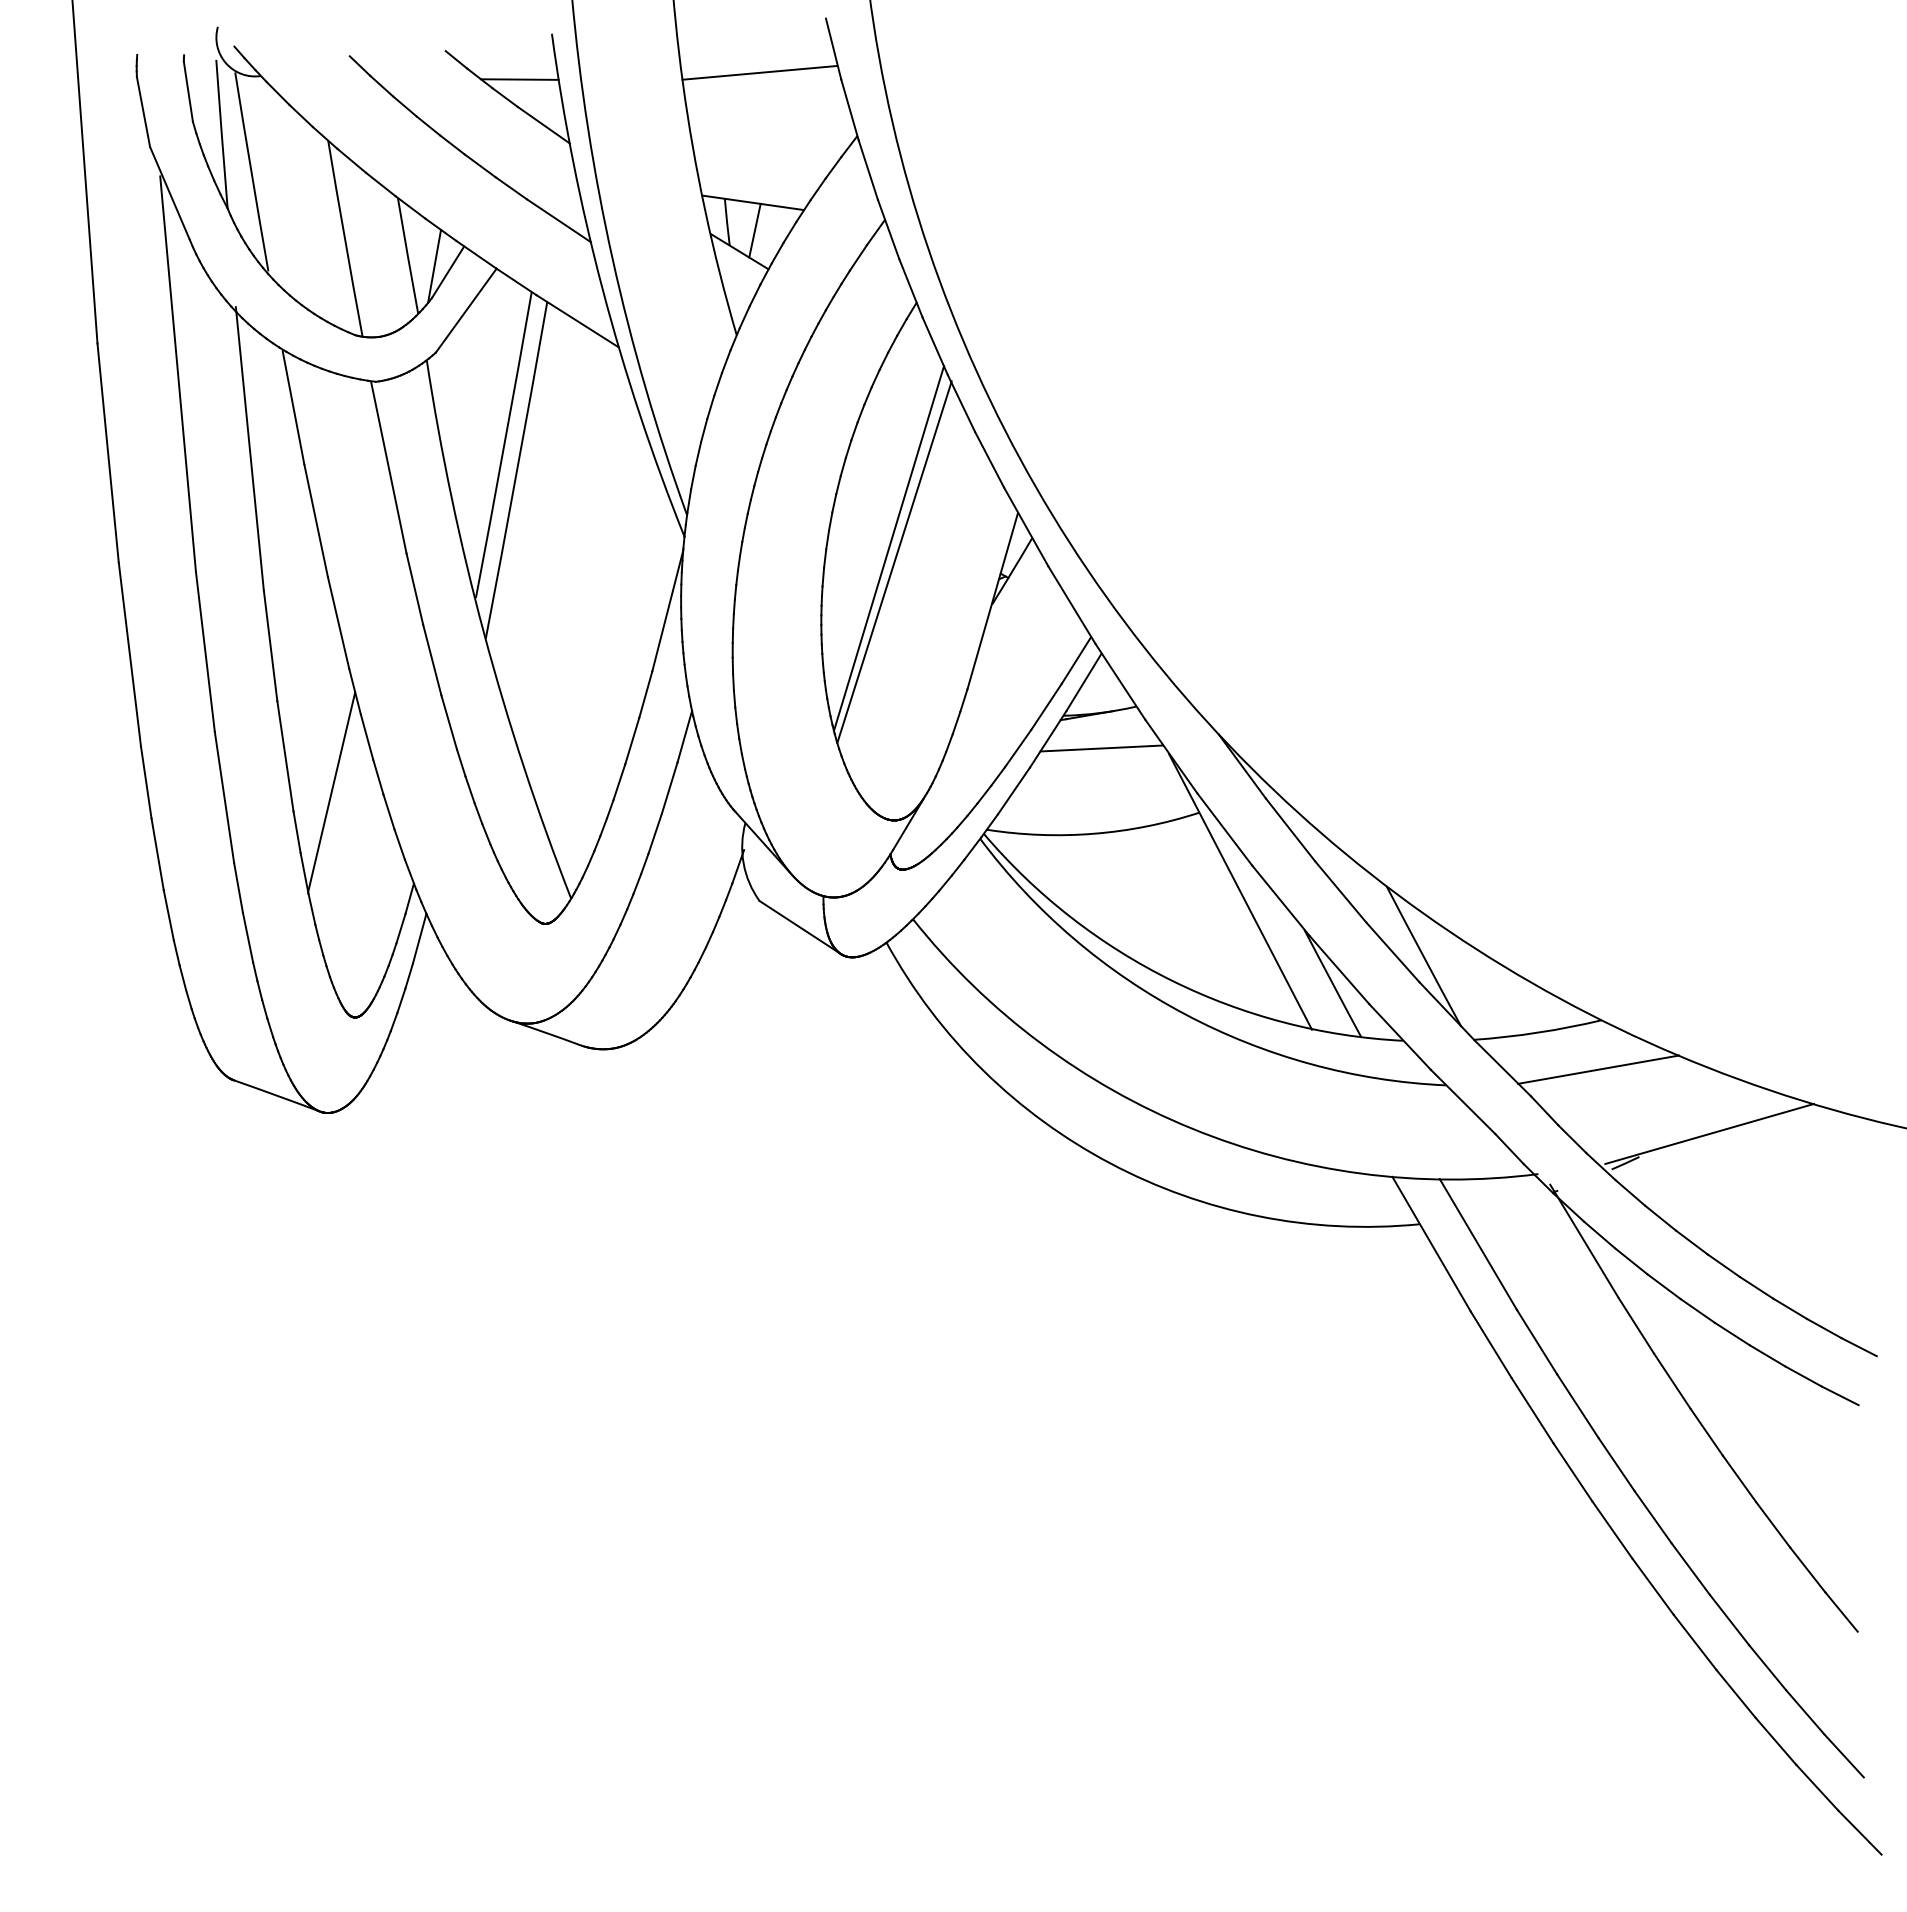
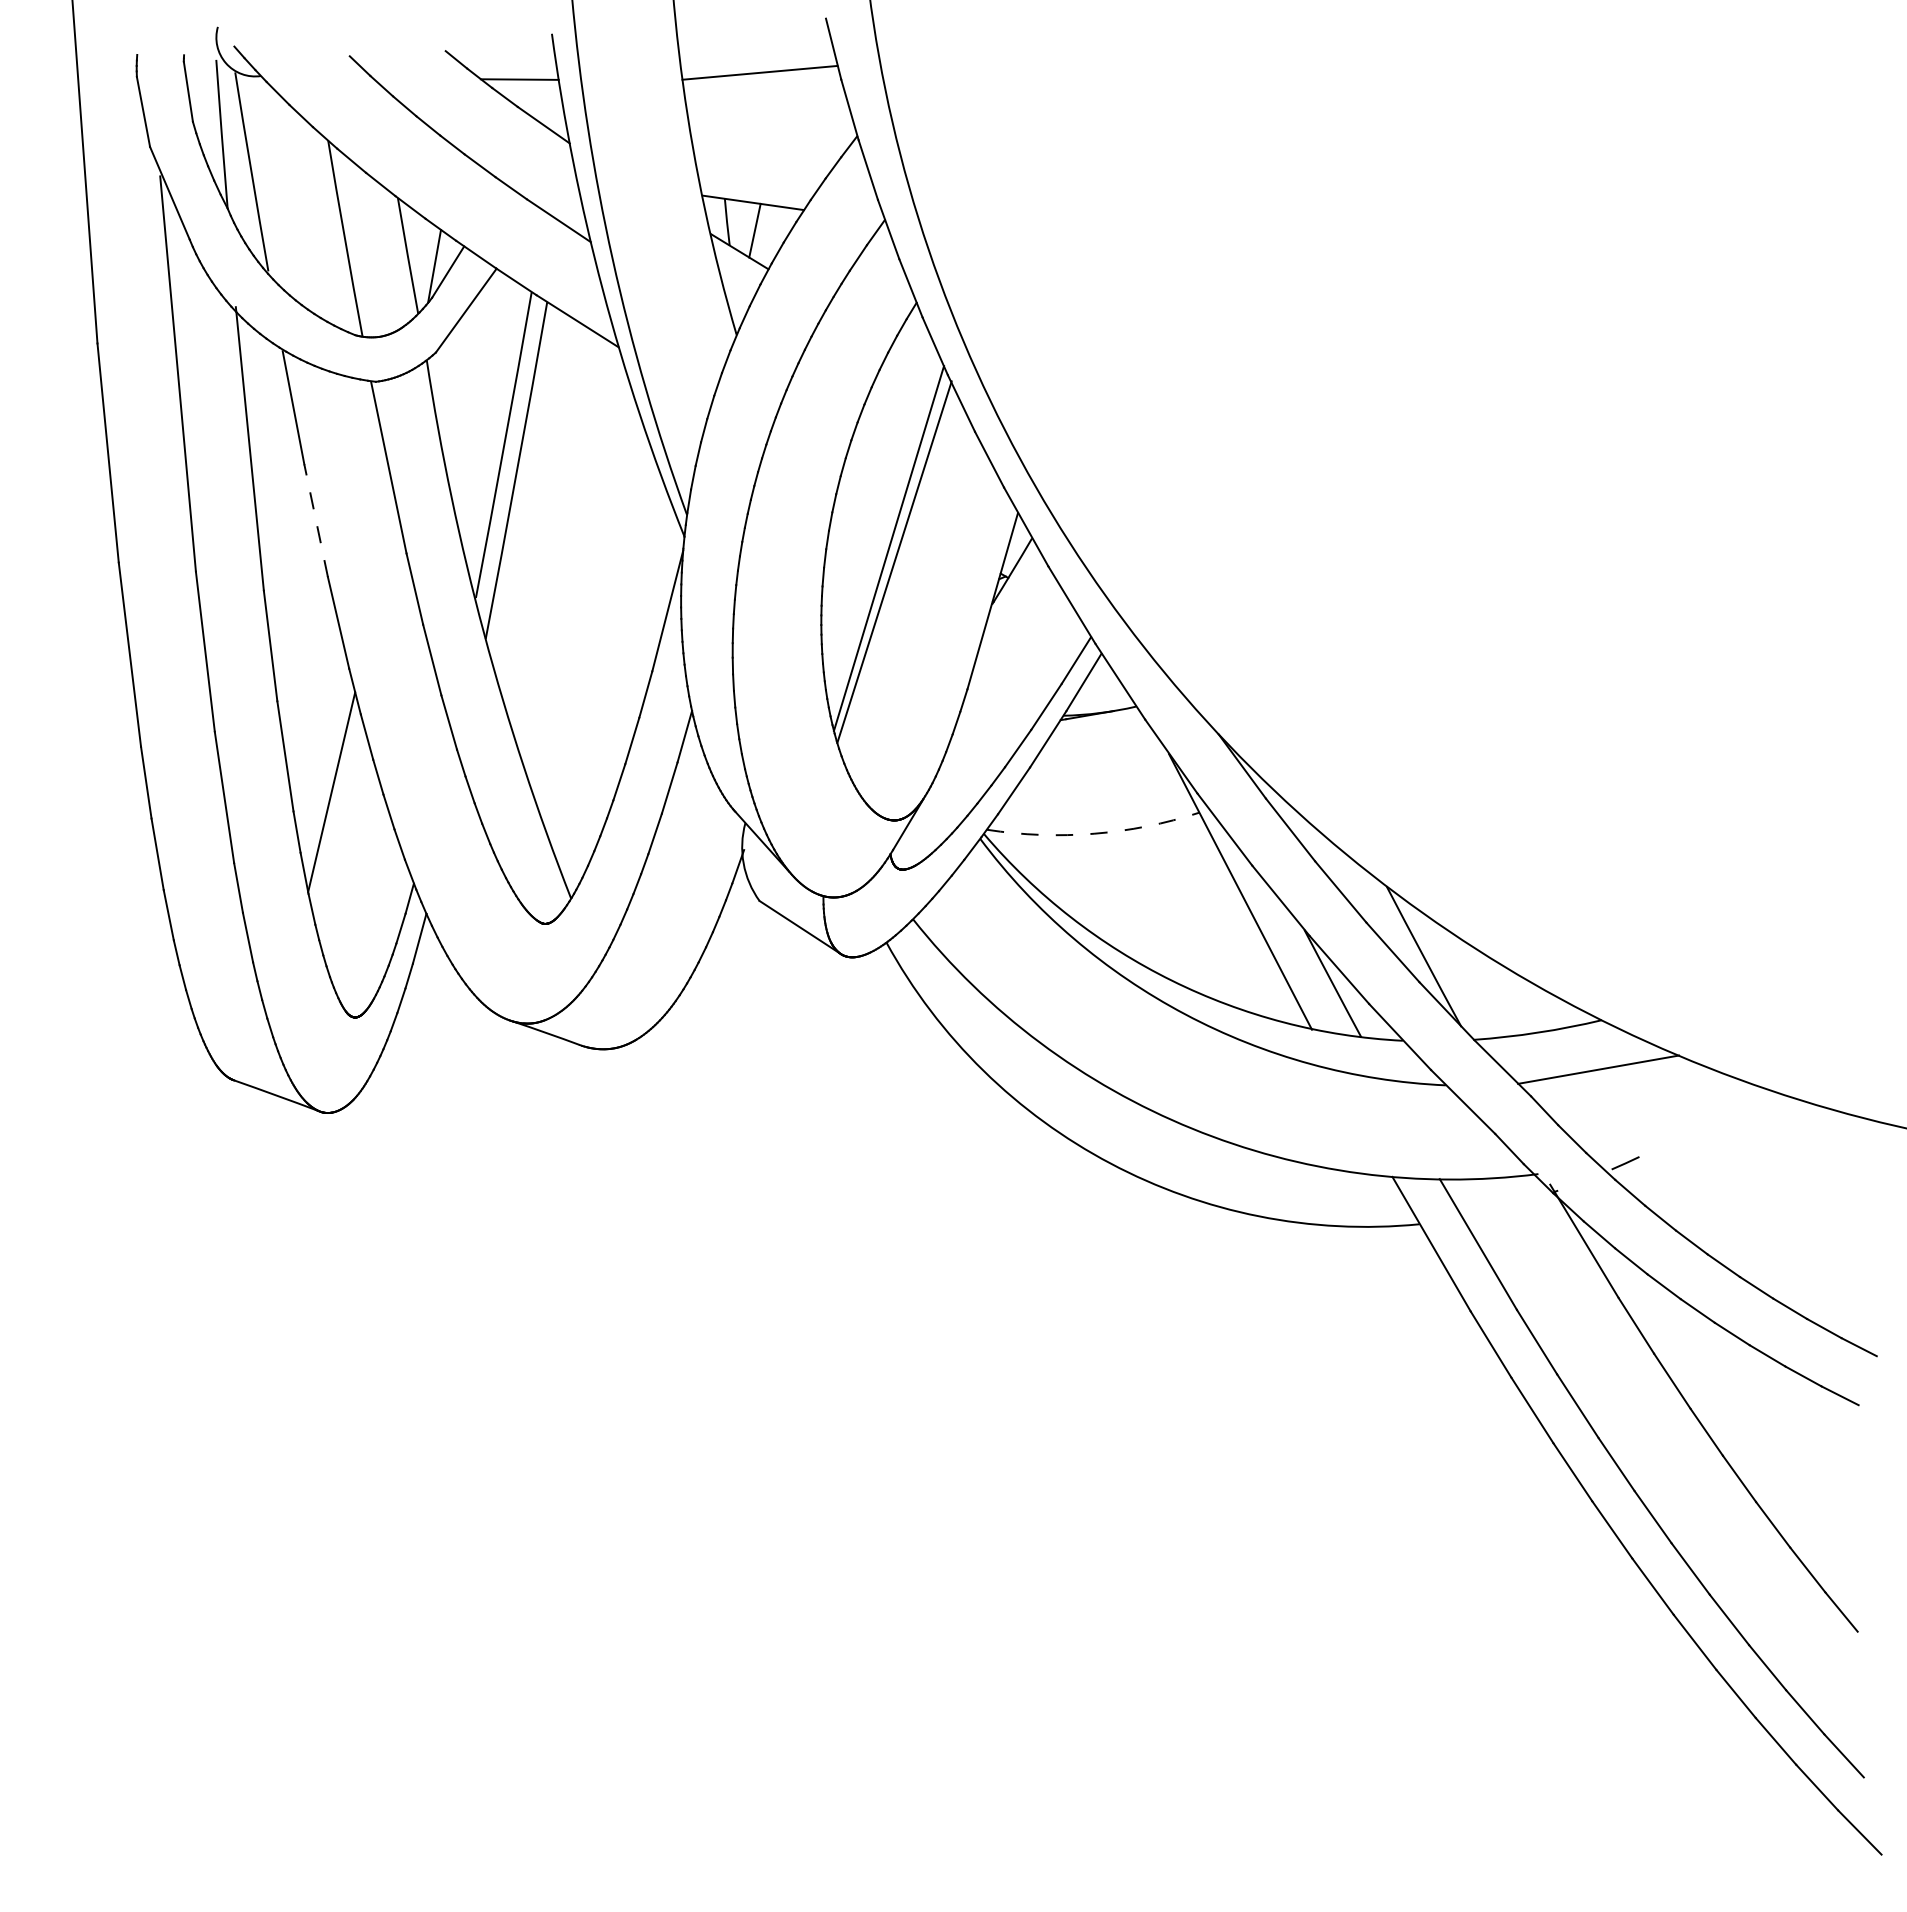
line at (316, 520): solid -> dashed
line at (1101, 748): present -> none
arc at (1094, 833): solid -> dashed
line at (1709, 1133): present -> none
